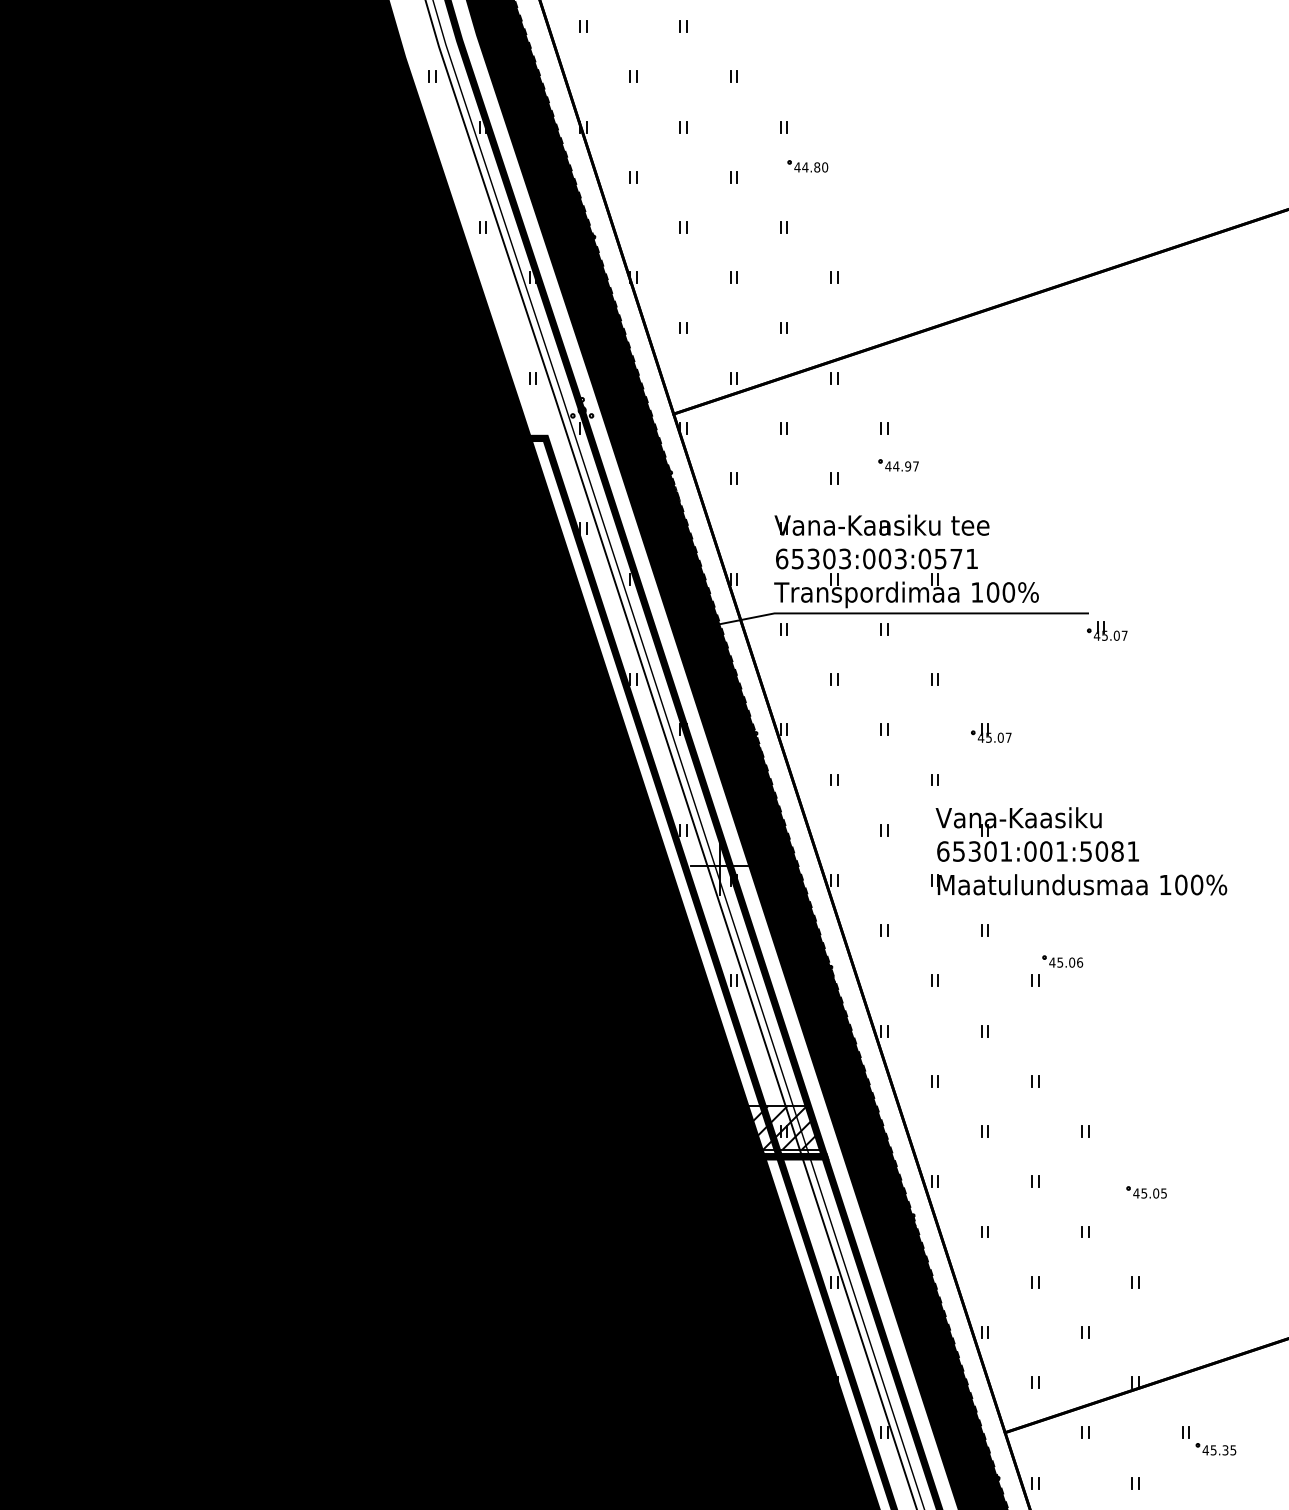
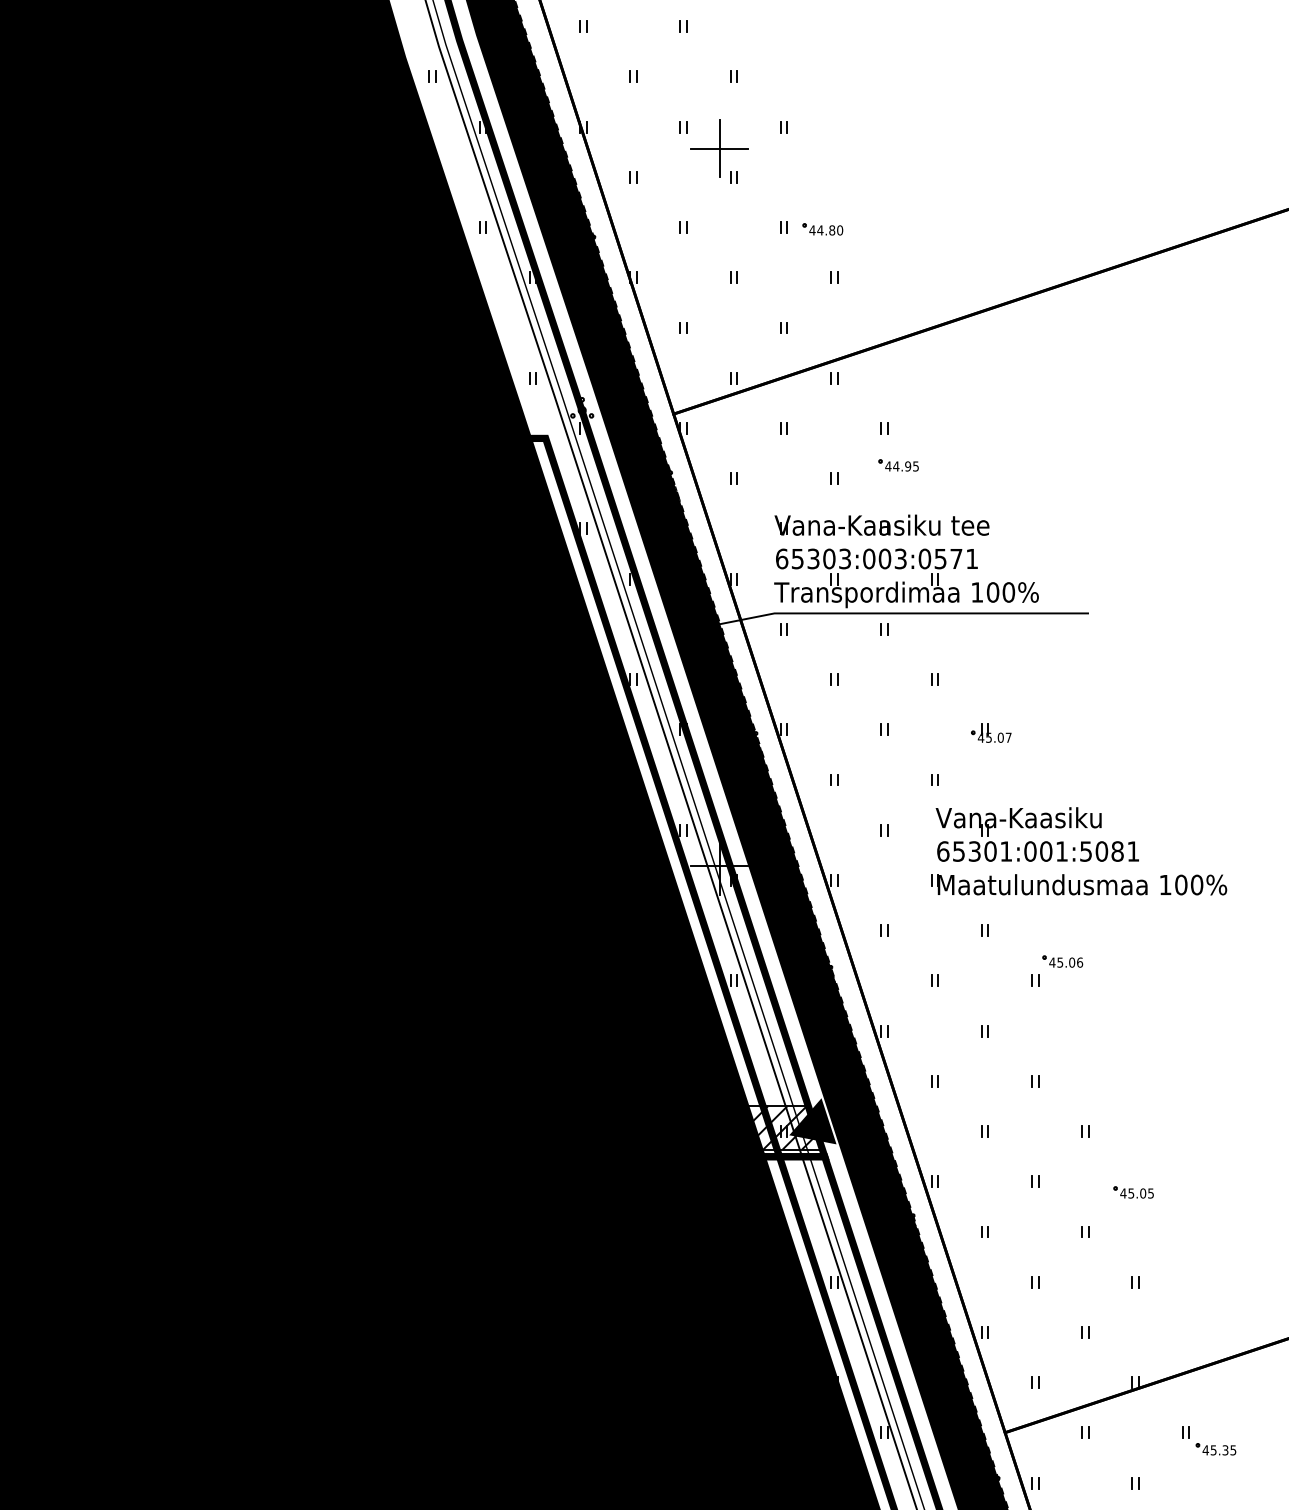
part at (719, 148): none -> present
part at (807, 166) position: (807, 166) -> (822, 229)
text at (915, 466): 44.97 -> 44.95
part at (1107, 630): present -> none
fill at (812, 1121): none -> present
part at (1146, 1192) position: (1146, 1192) -> (1133, 1192)
